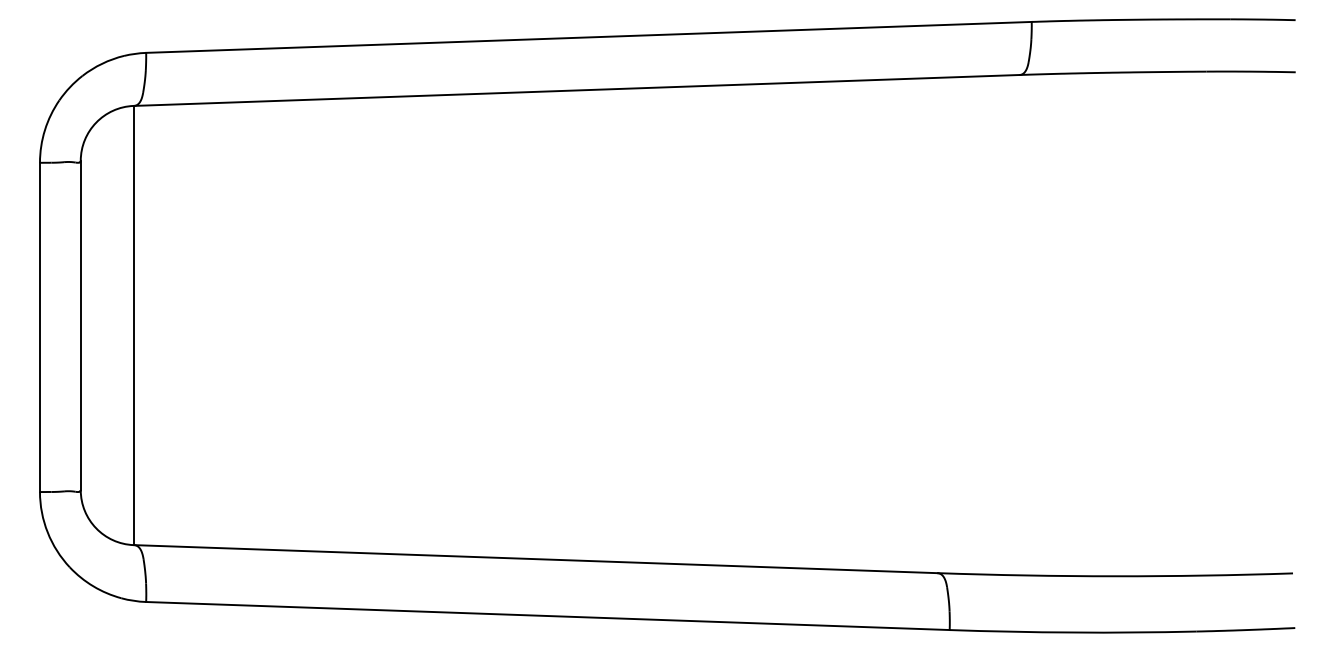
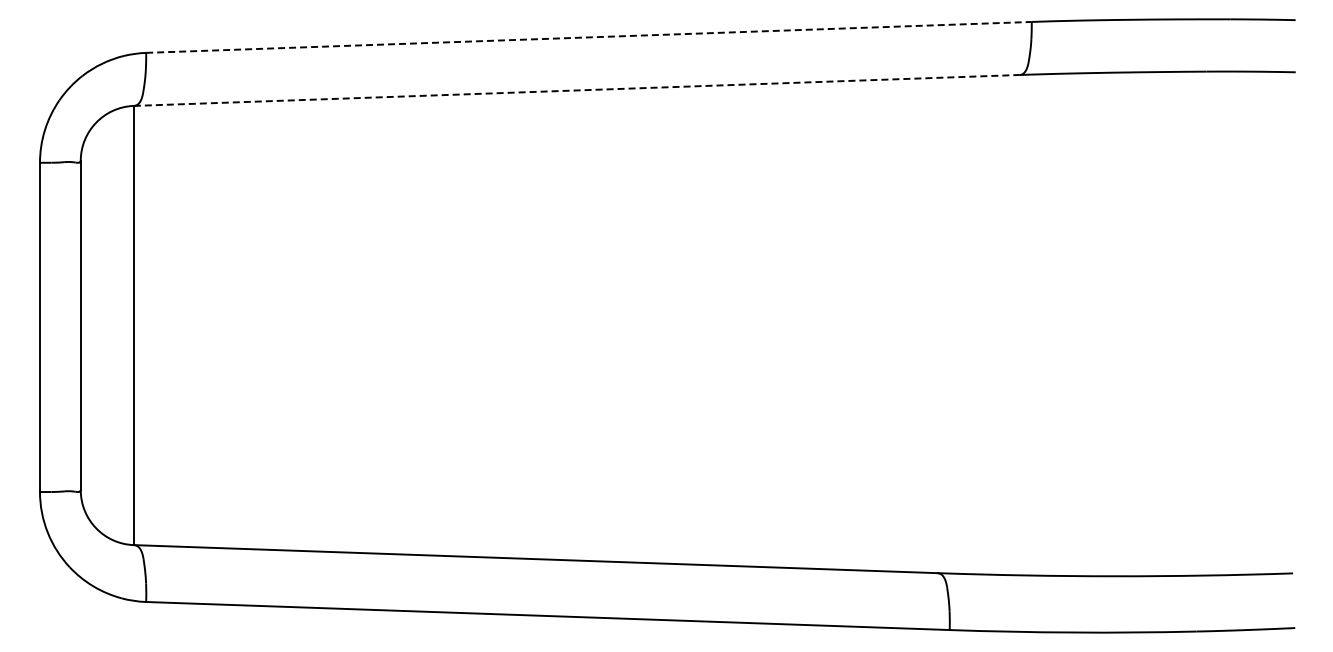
line at (589, 37): solid -> dashed
line at (577, 90): solid -> dashed
